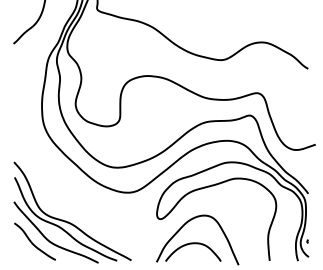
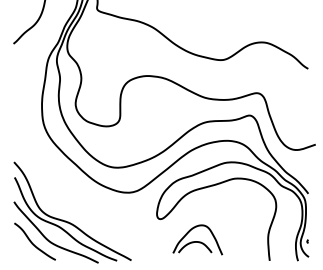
part at (197, 239) size: 84x52 px -> 52x32 px
